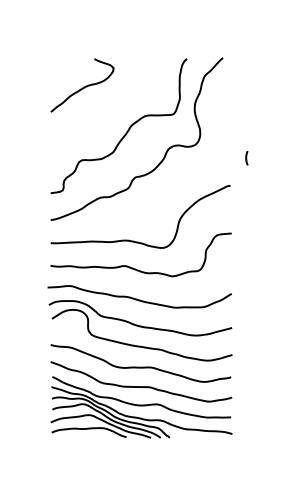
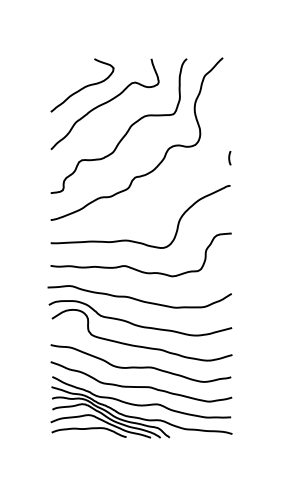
curve at (104, 104): none -> present
curve at (246, 158) position: (246, 158) -> (229, 158)
